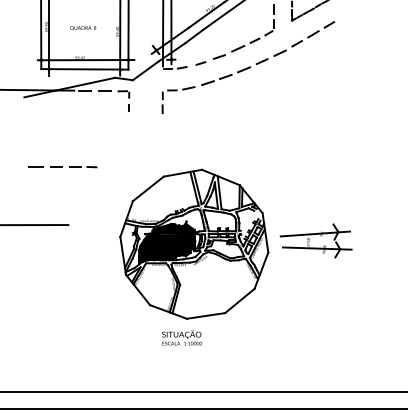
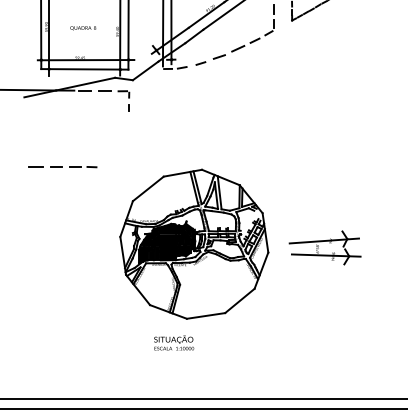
part at (248, 67): present -> none
line at (35, 225): present -> none
part at (315, 240) position: (315, 240) -> (324, 247)
text at (182, 337) position: (182, 337) -> (174, 342)
line at (203, 392) position: (203, 392) -> (203, 399)
